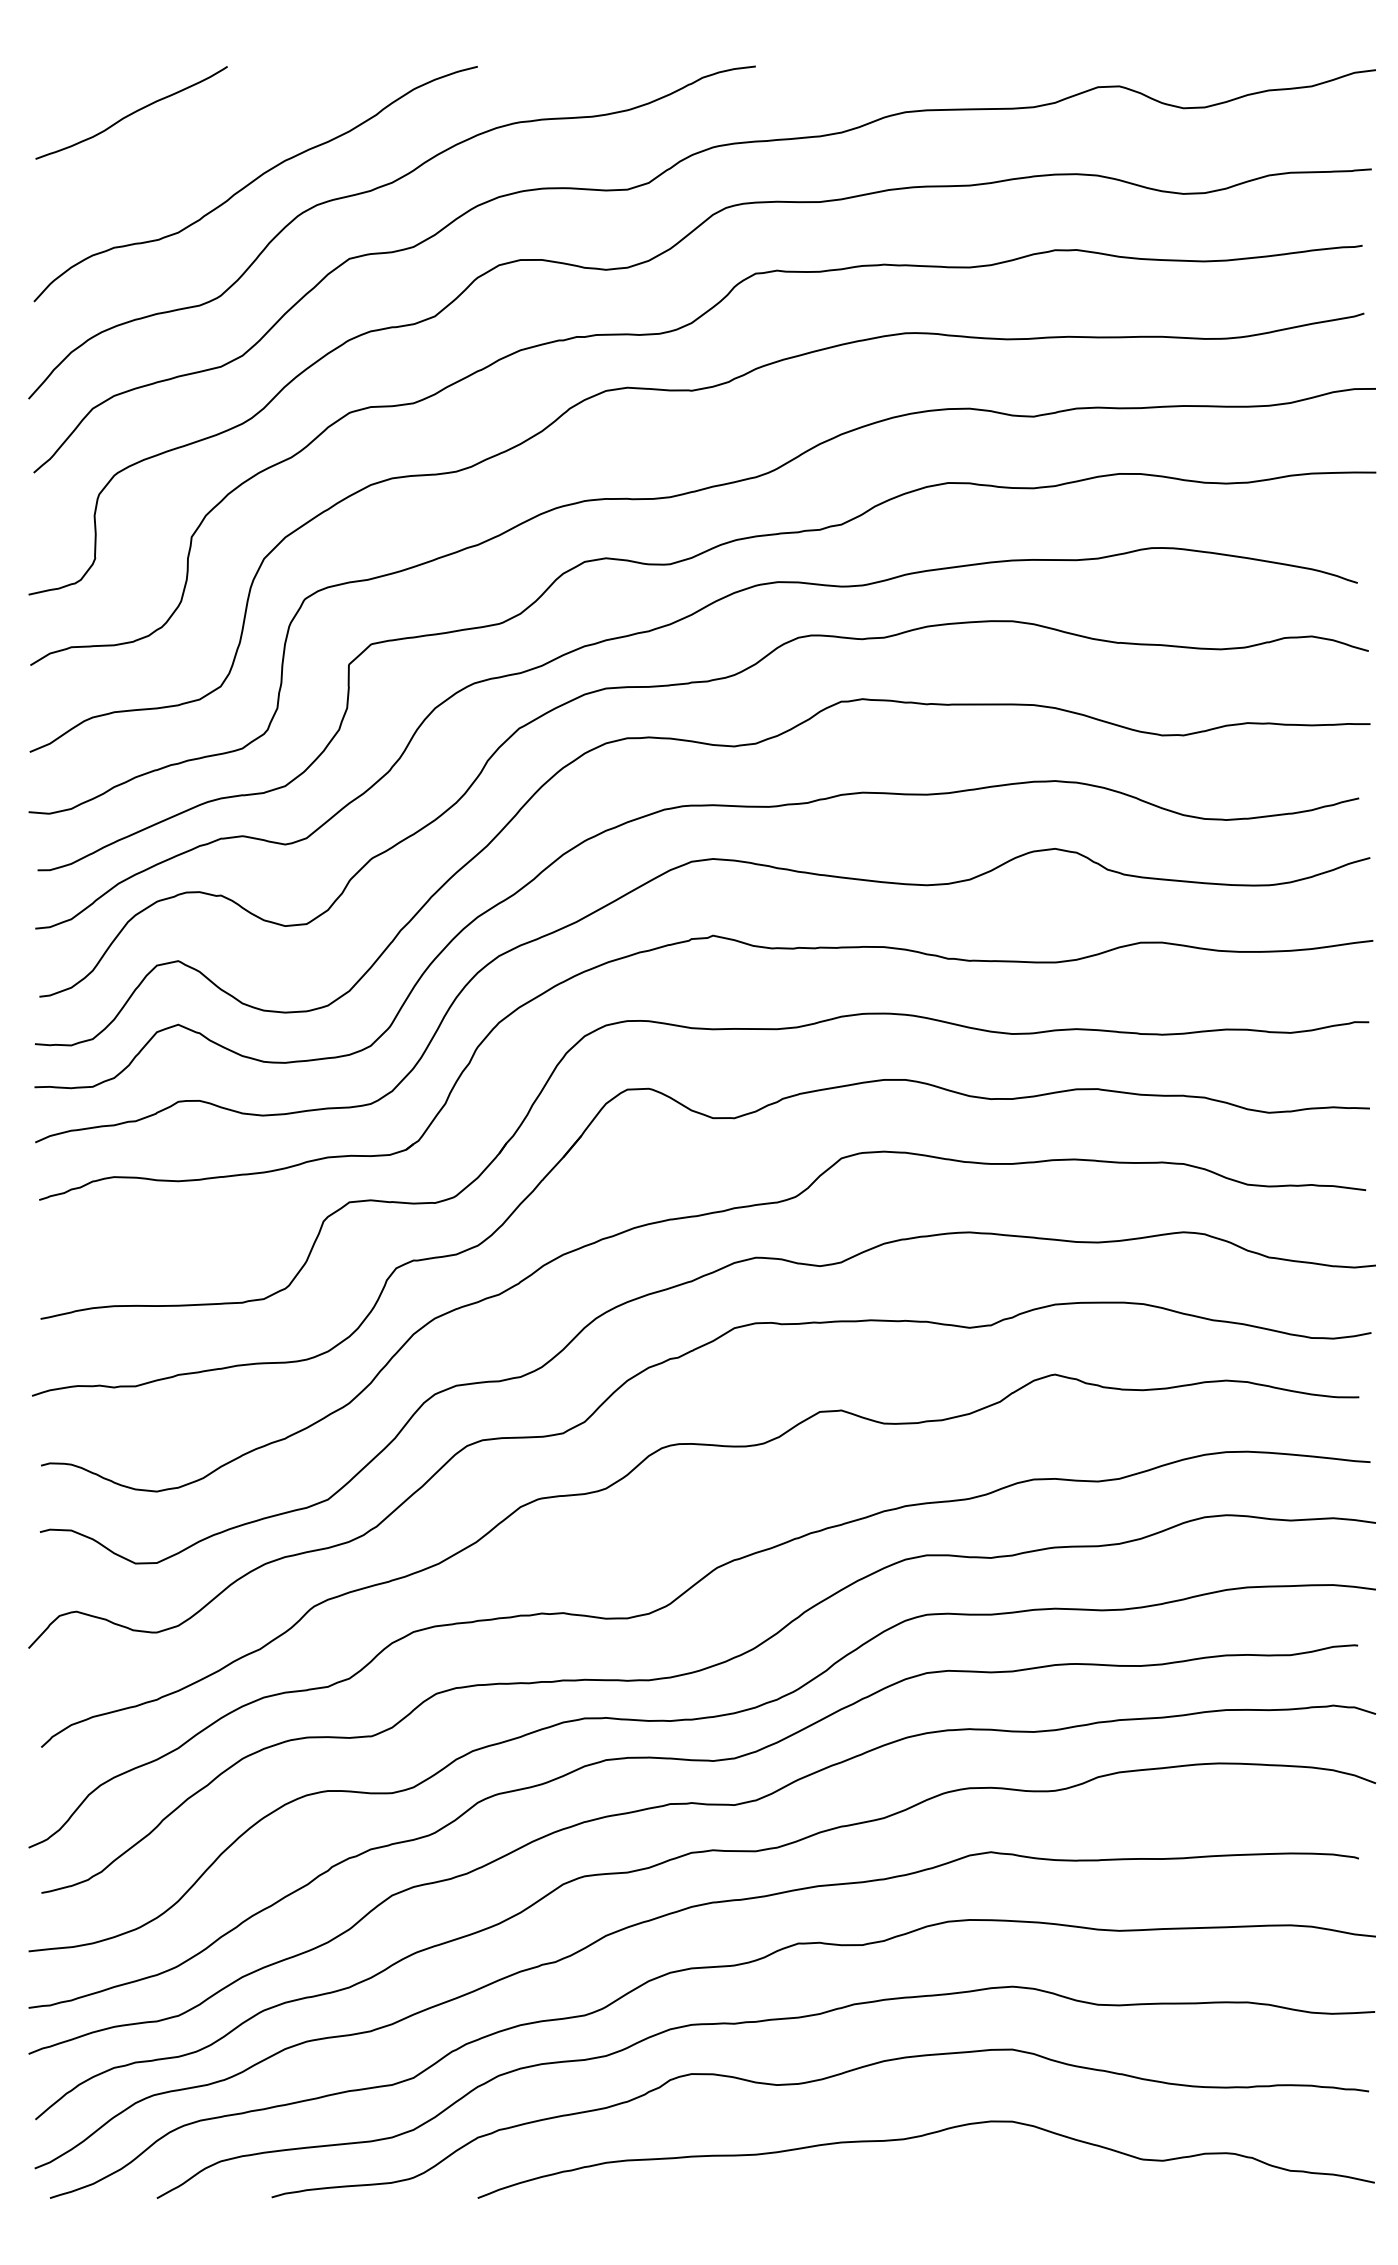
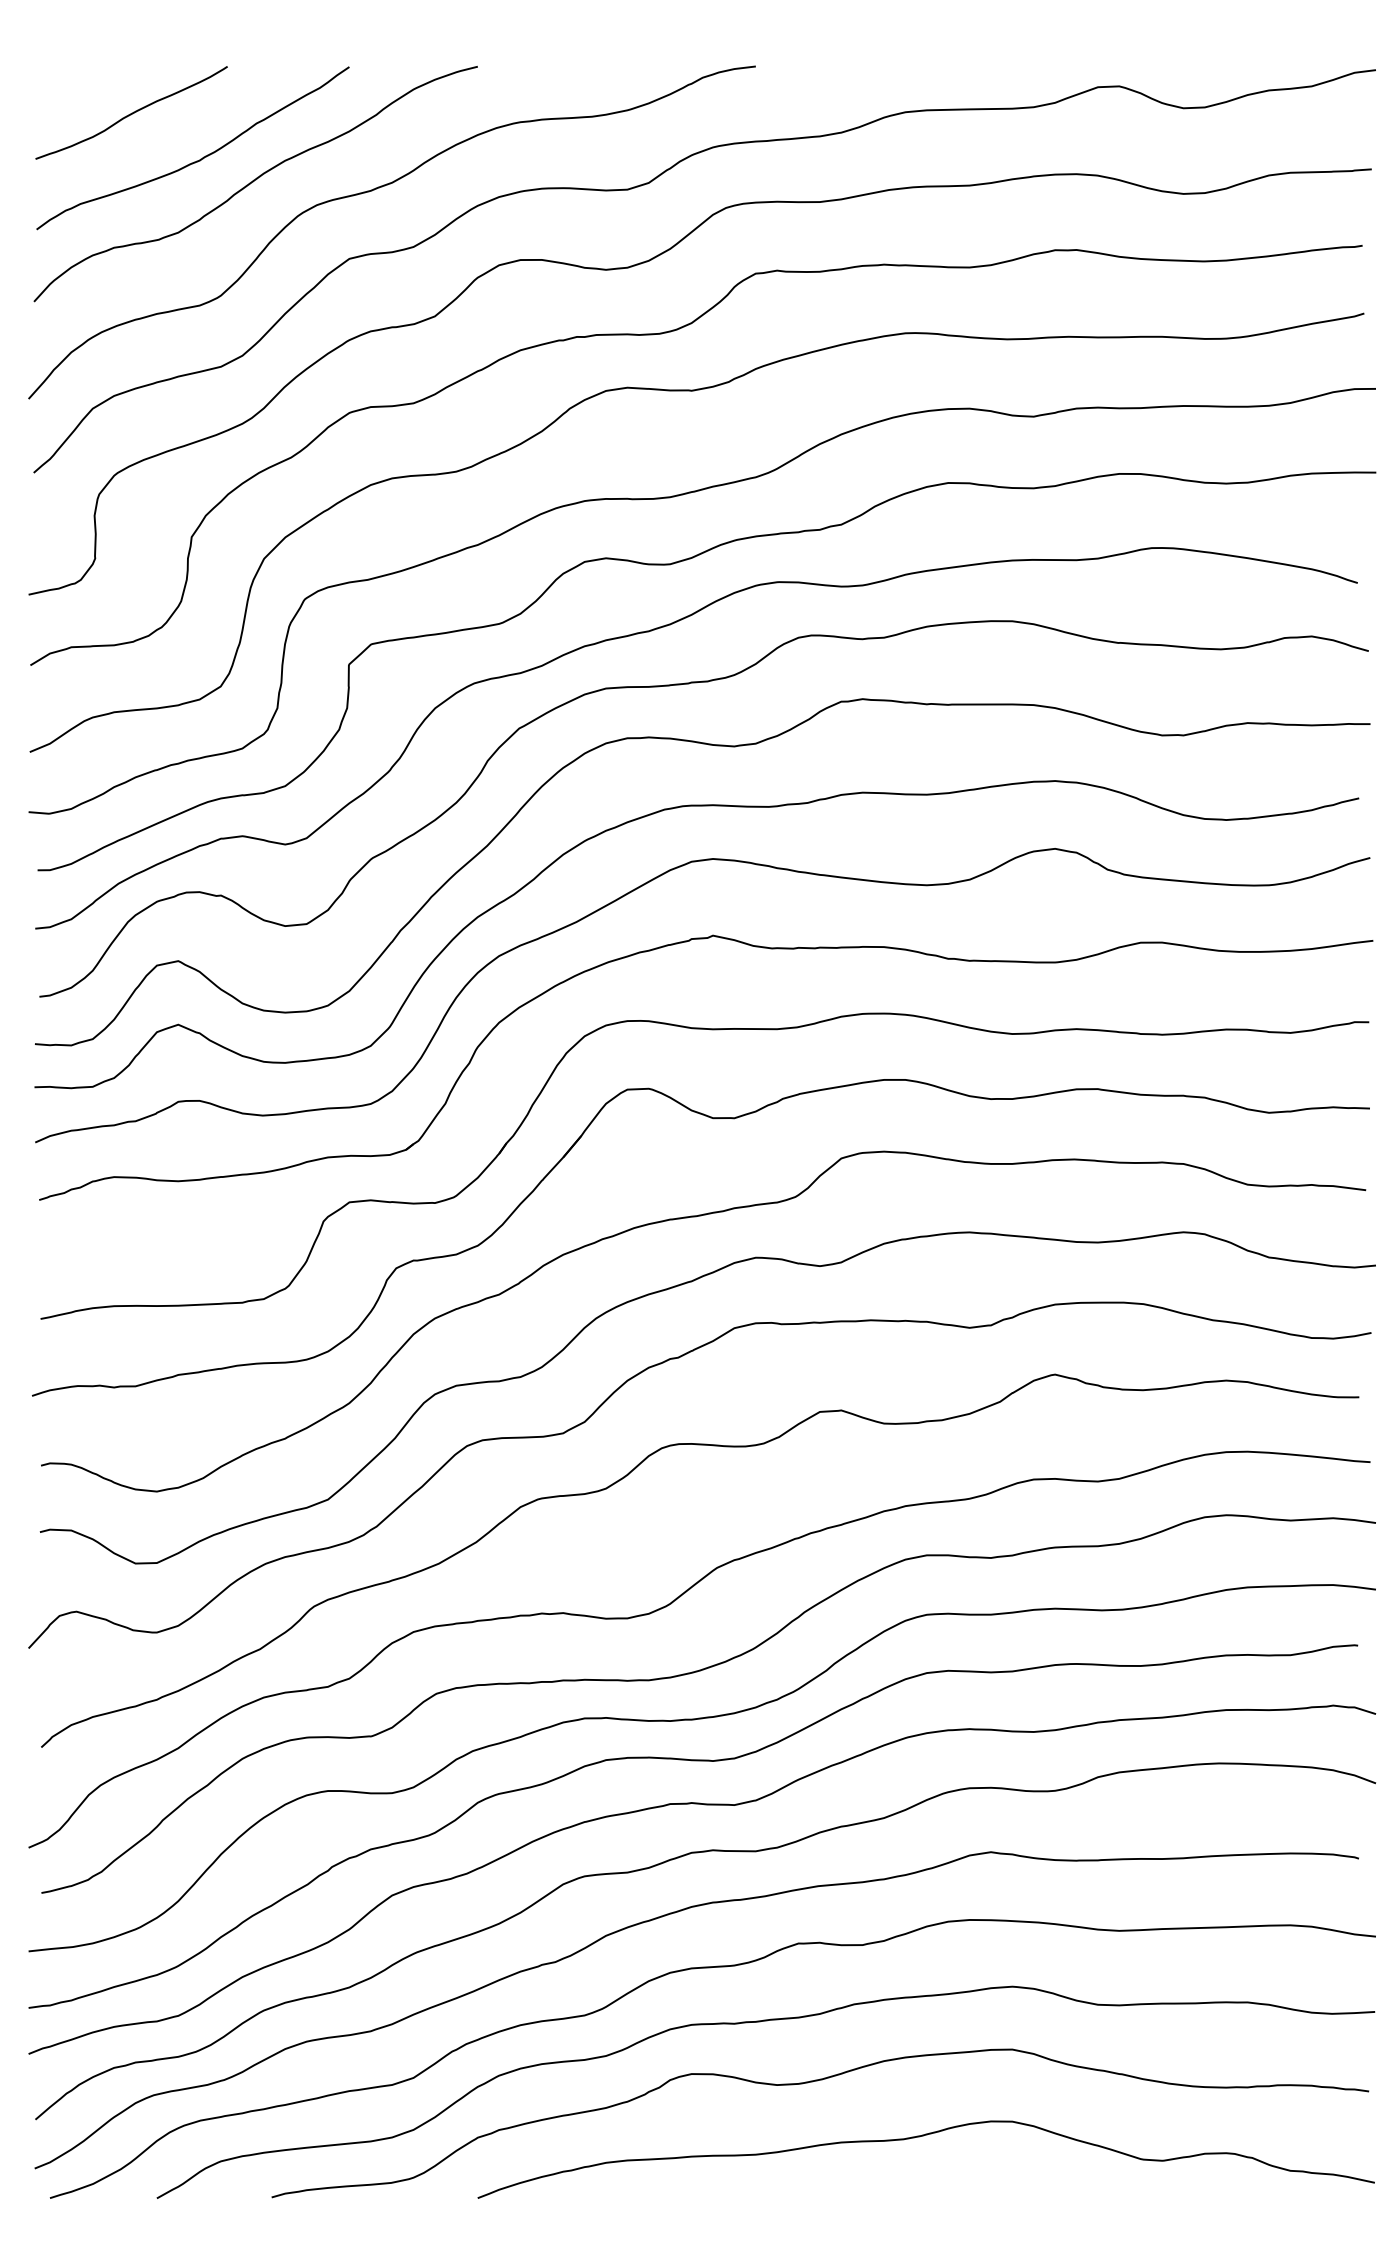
curve at (196, 160): none -> present
